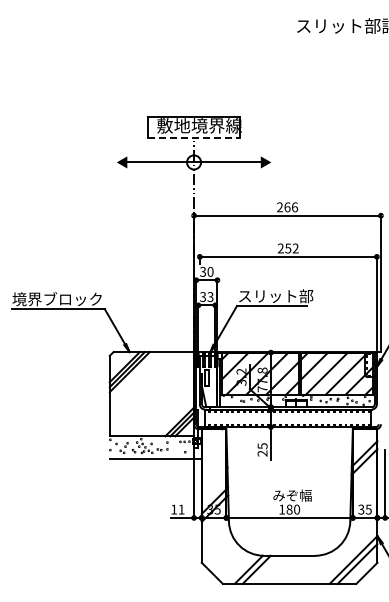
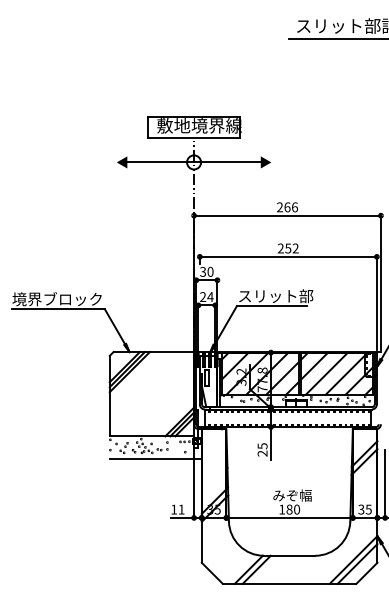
line at (336, 39): none -> present
line at (194, 137): dashed -> solid
text at (206, 297): 33 -> 24
